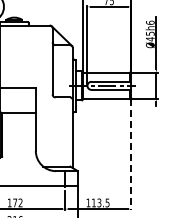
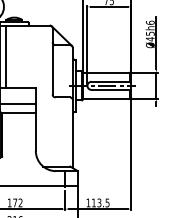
line at (5, 56): none -> present
line at (18, 103): none -> present
line at (130, 154): dashed -> solid
